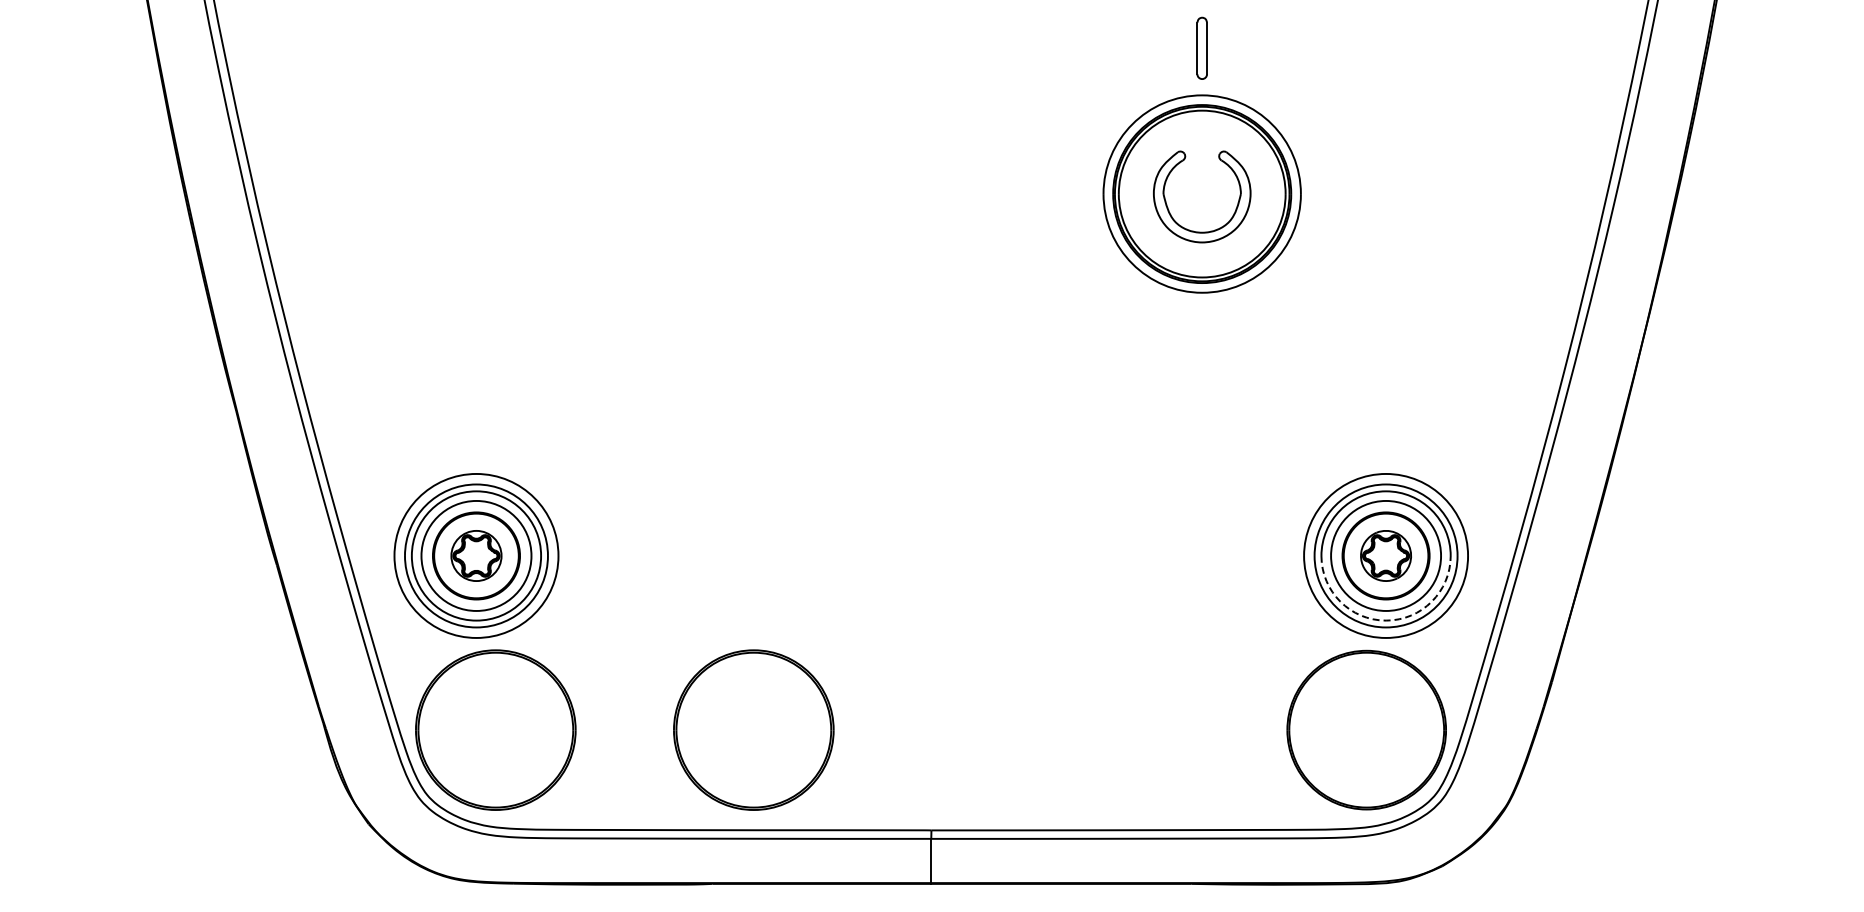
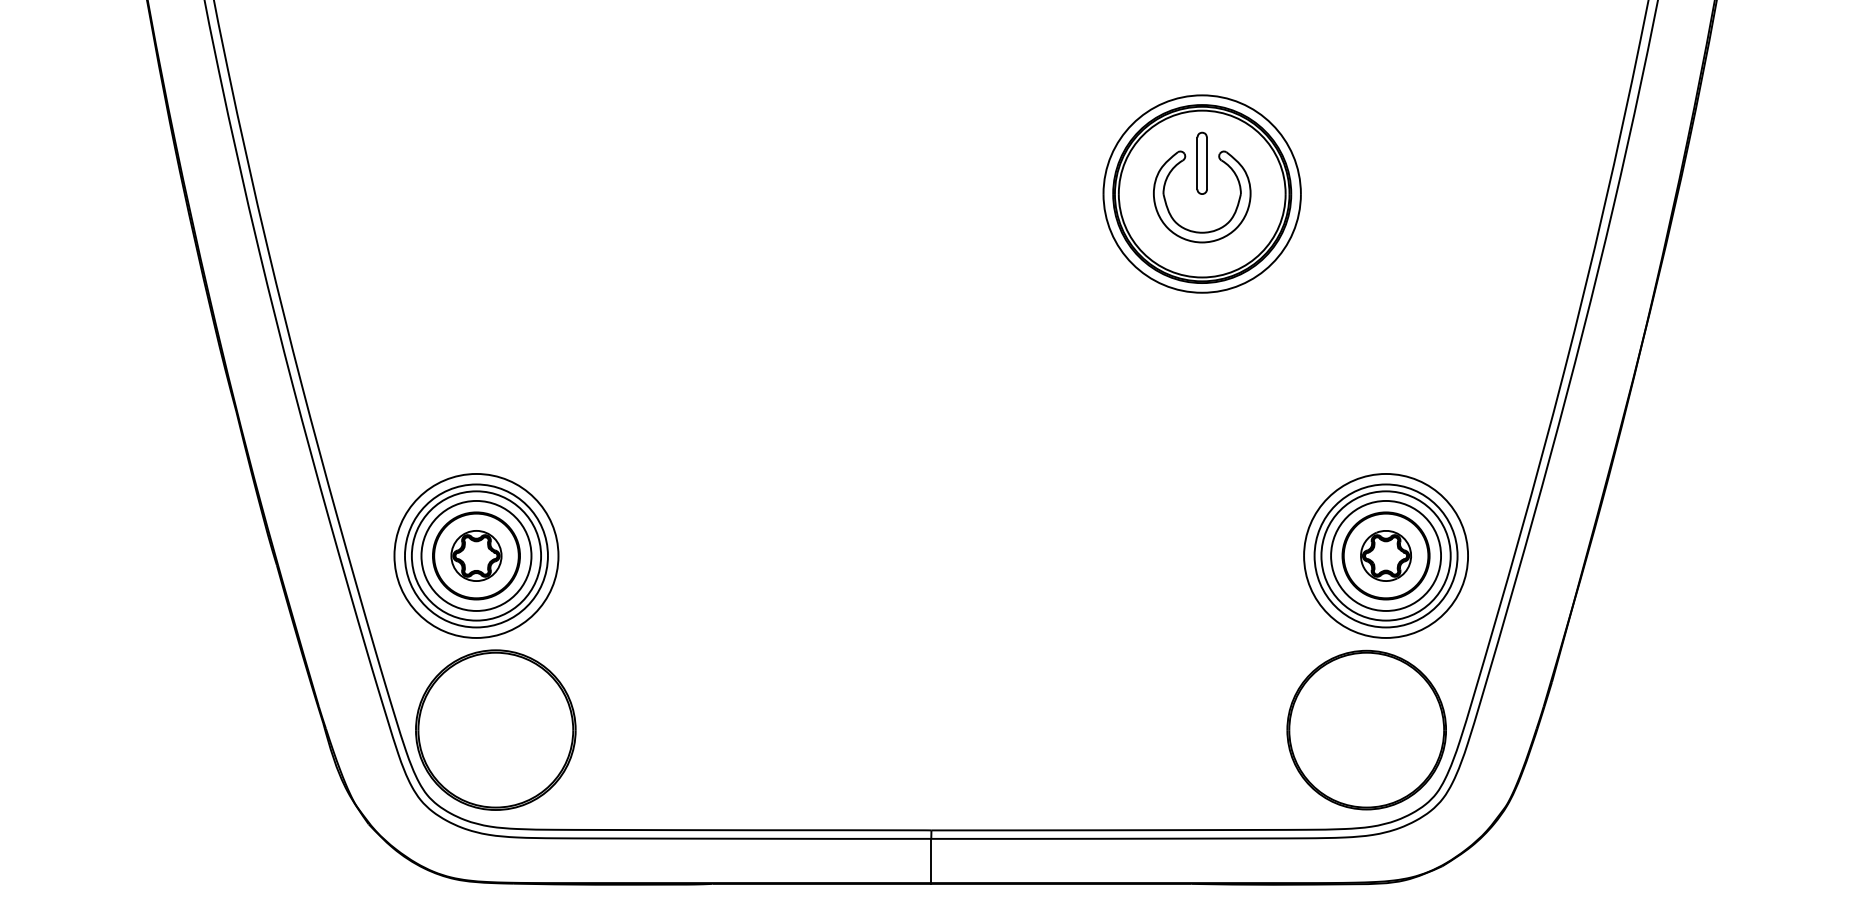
part at (1201, 47) position: (1201, 47) -> (1201, 162)
arc at (1386, 620): dashed -> solid
part at (753, 729): present -> none
